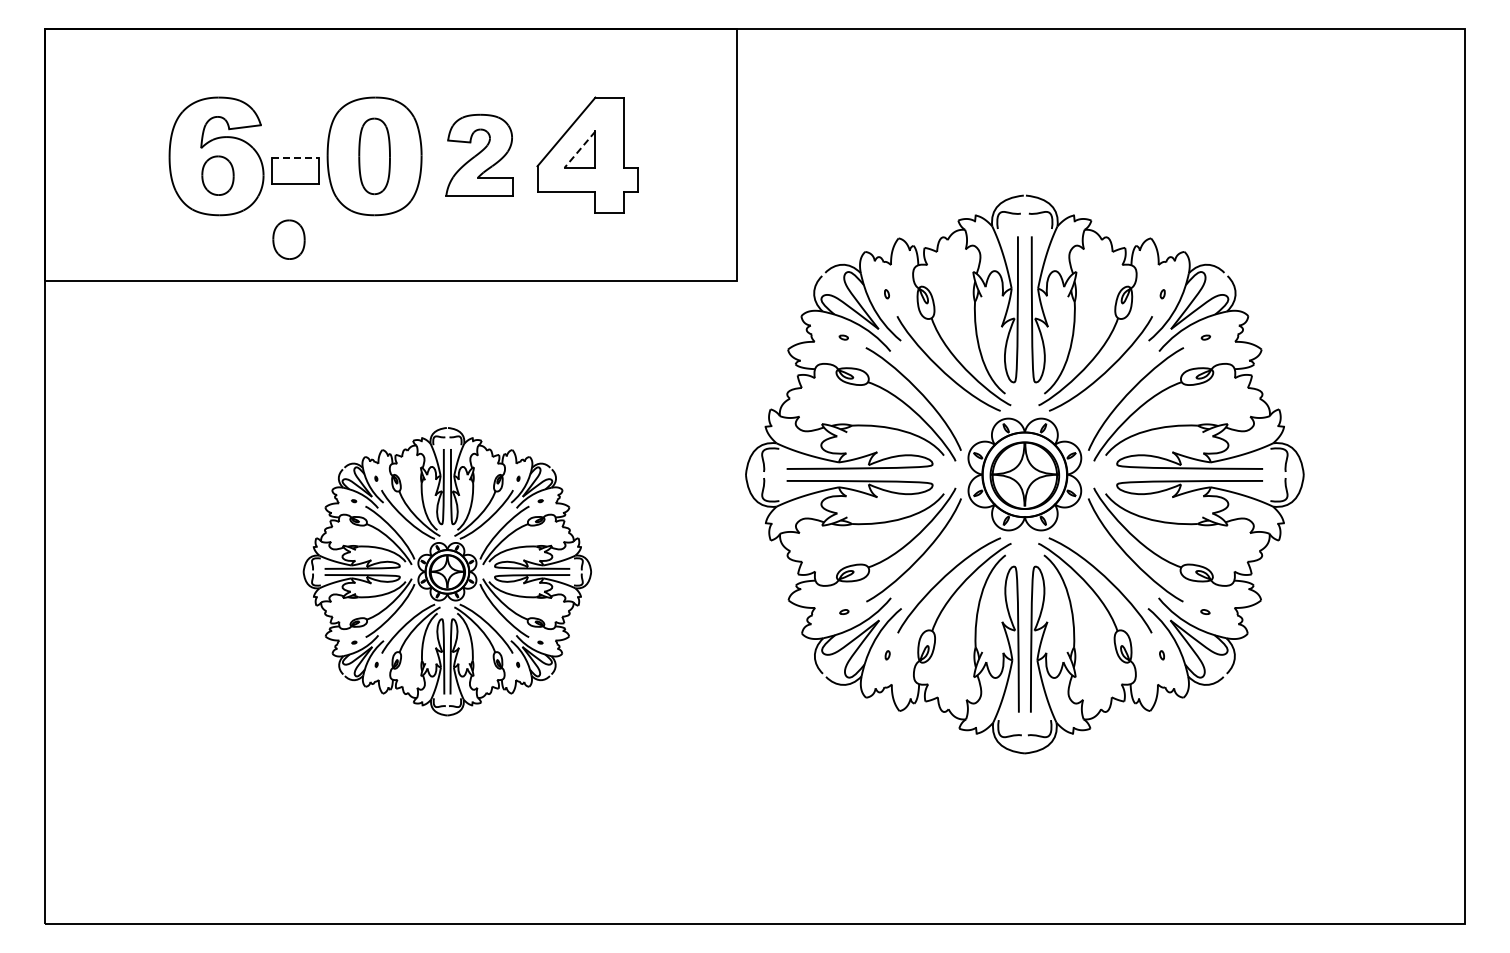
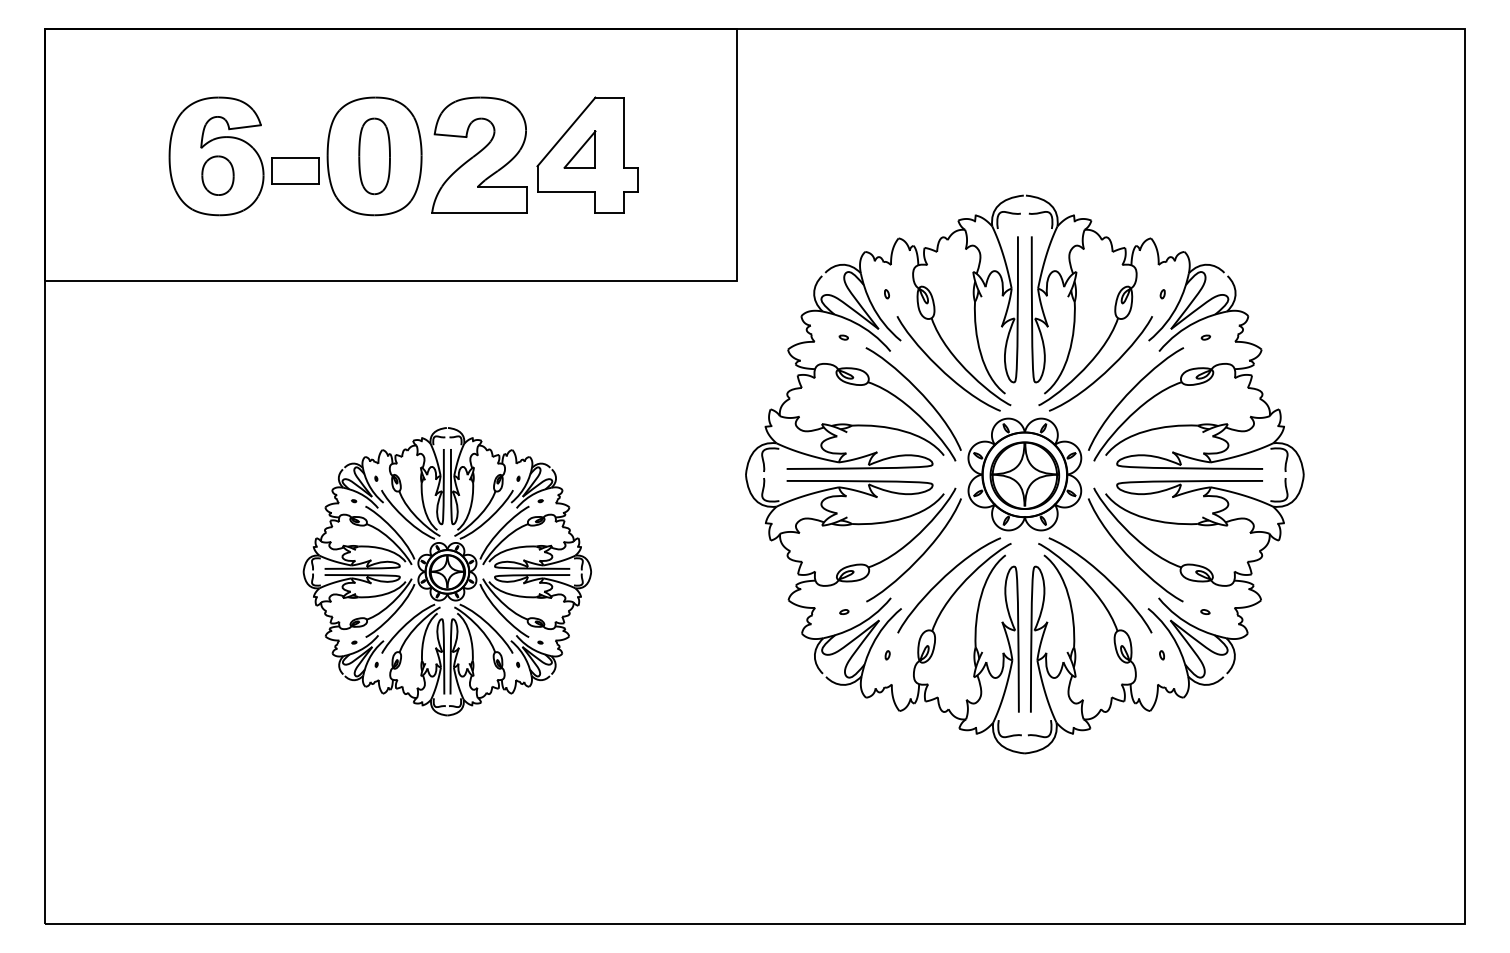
line at (580, 149): dashed -> solid
part at (479, 154) size: 69x84 px -> 97x118 px
line at (296, 158): dashed -> solid
part at (288, 239): present -> none
